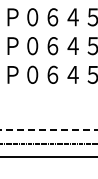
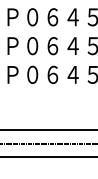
line at (49, 130): dashed -> solid
